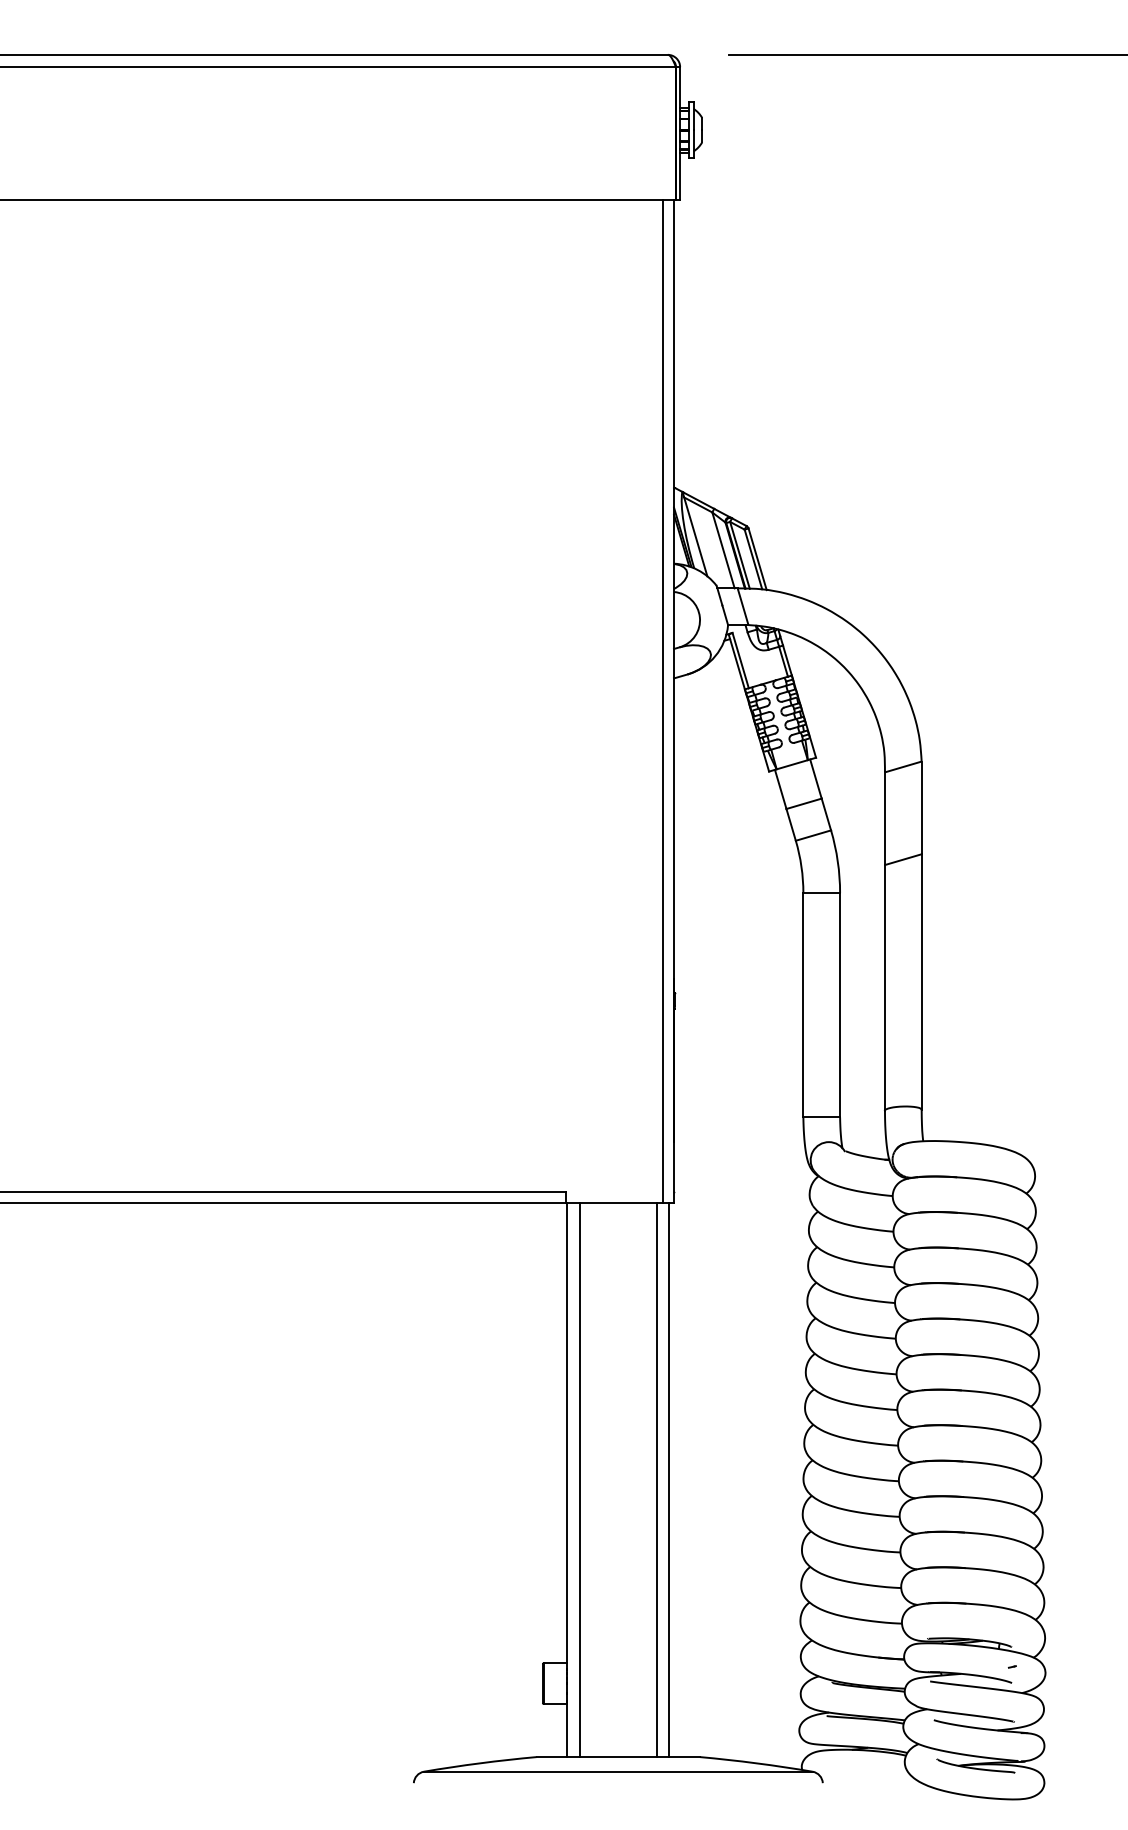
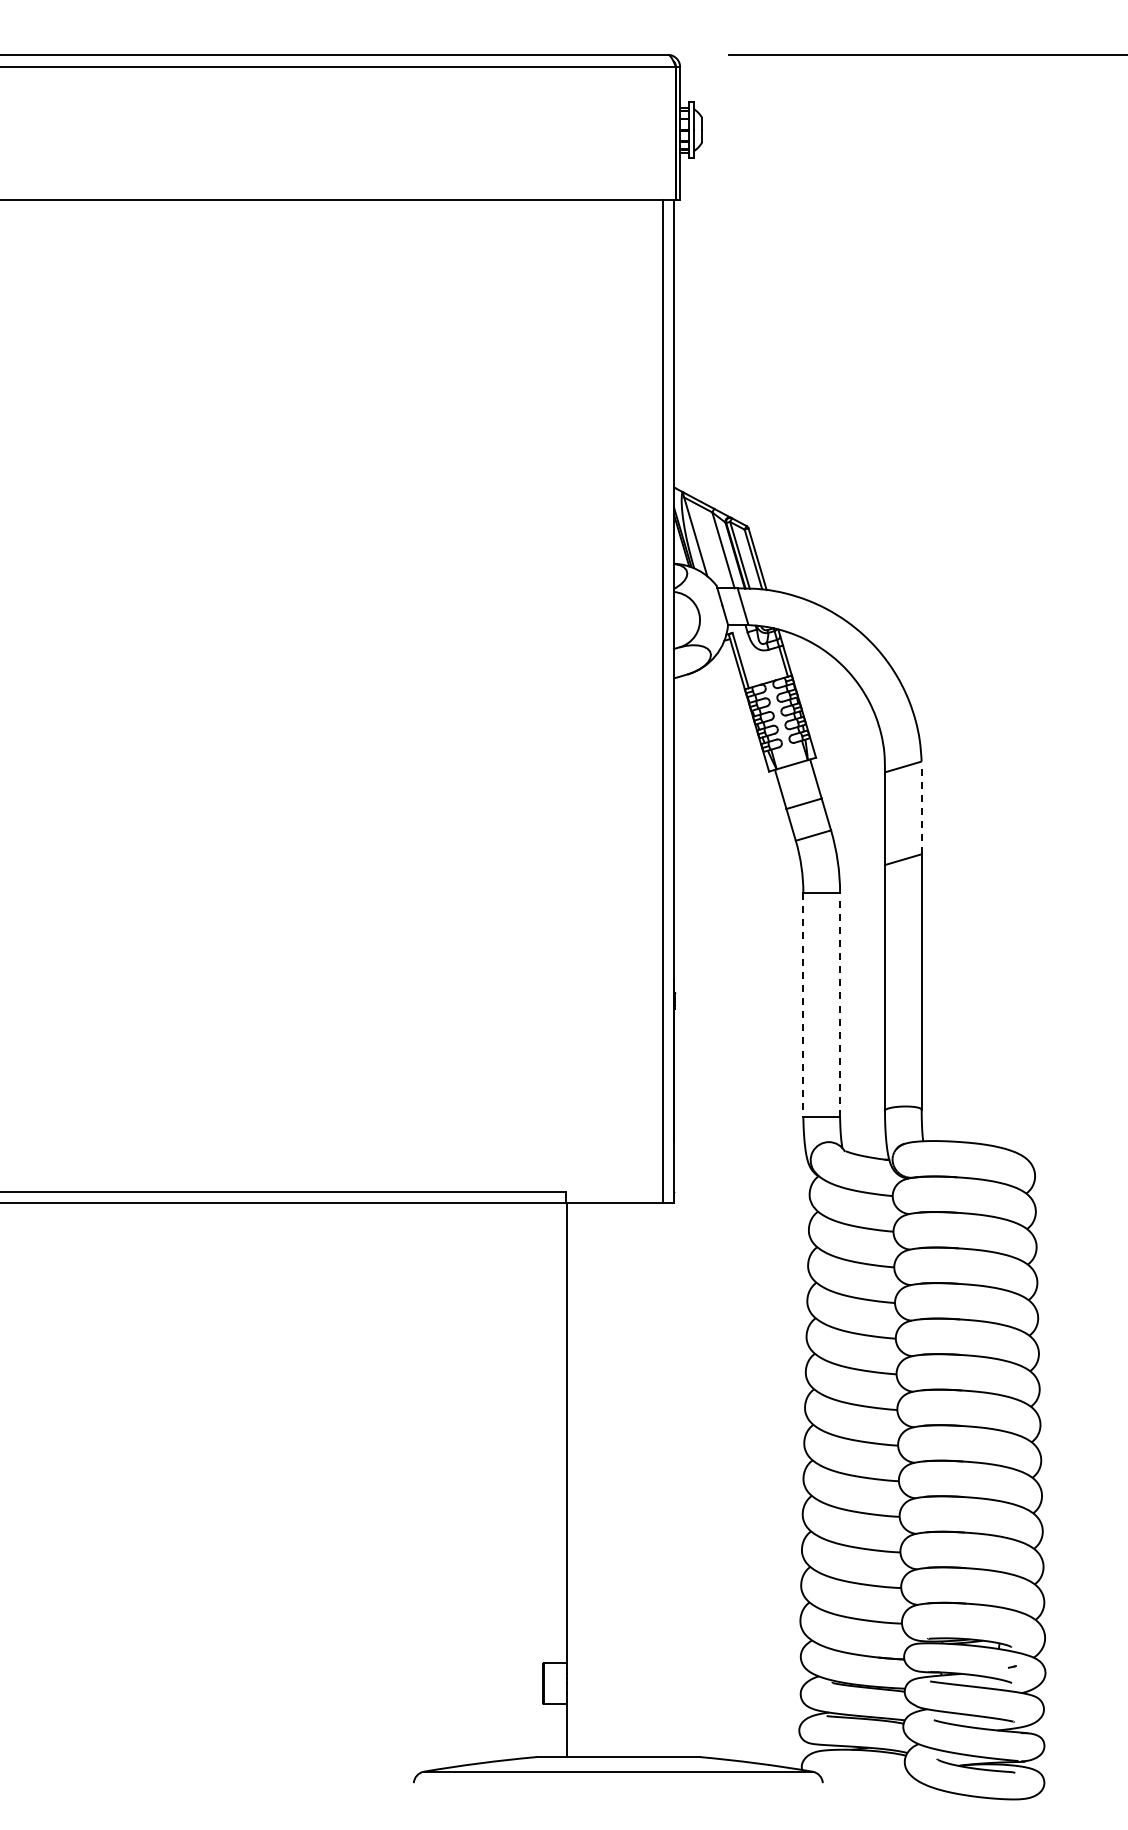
line at (921, 807): solid -> dashed
line at (840, 1004): solid -> dashed
line at (803, 1005): solid -> dashed
line at (579, 1480): present -> none
line at (657, 1480): present -> none
line at (669, 1480): present -> none
